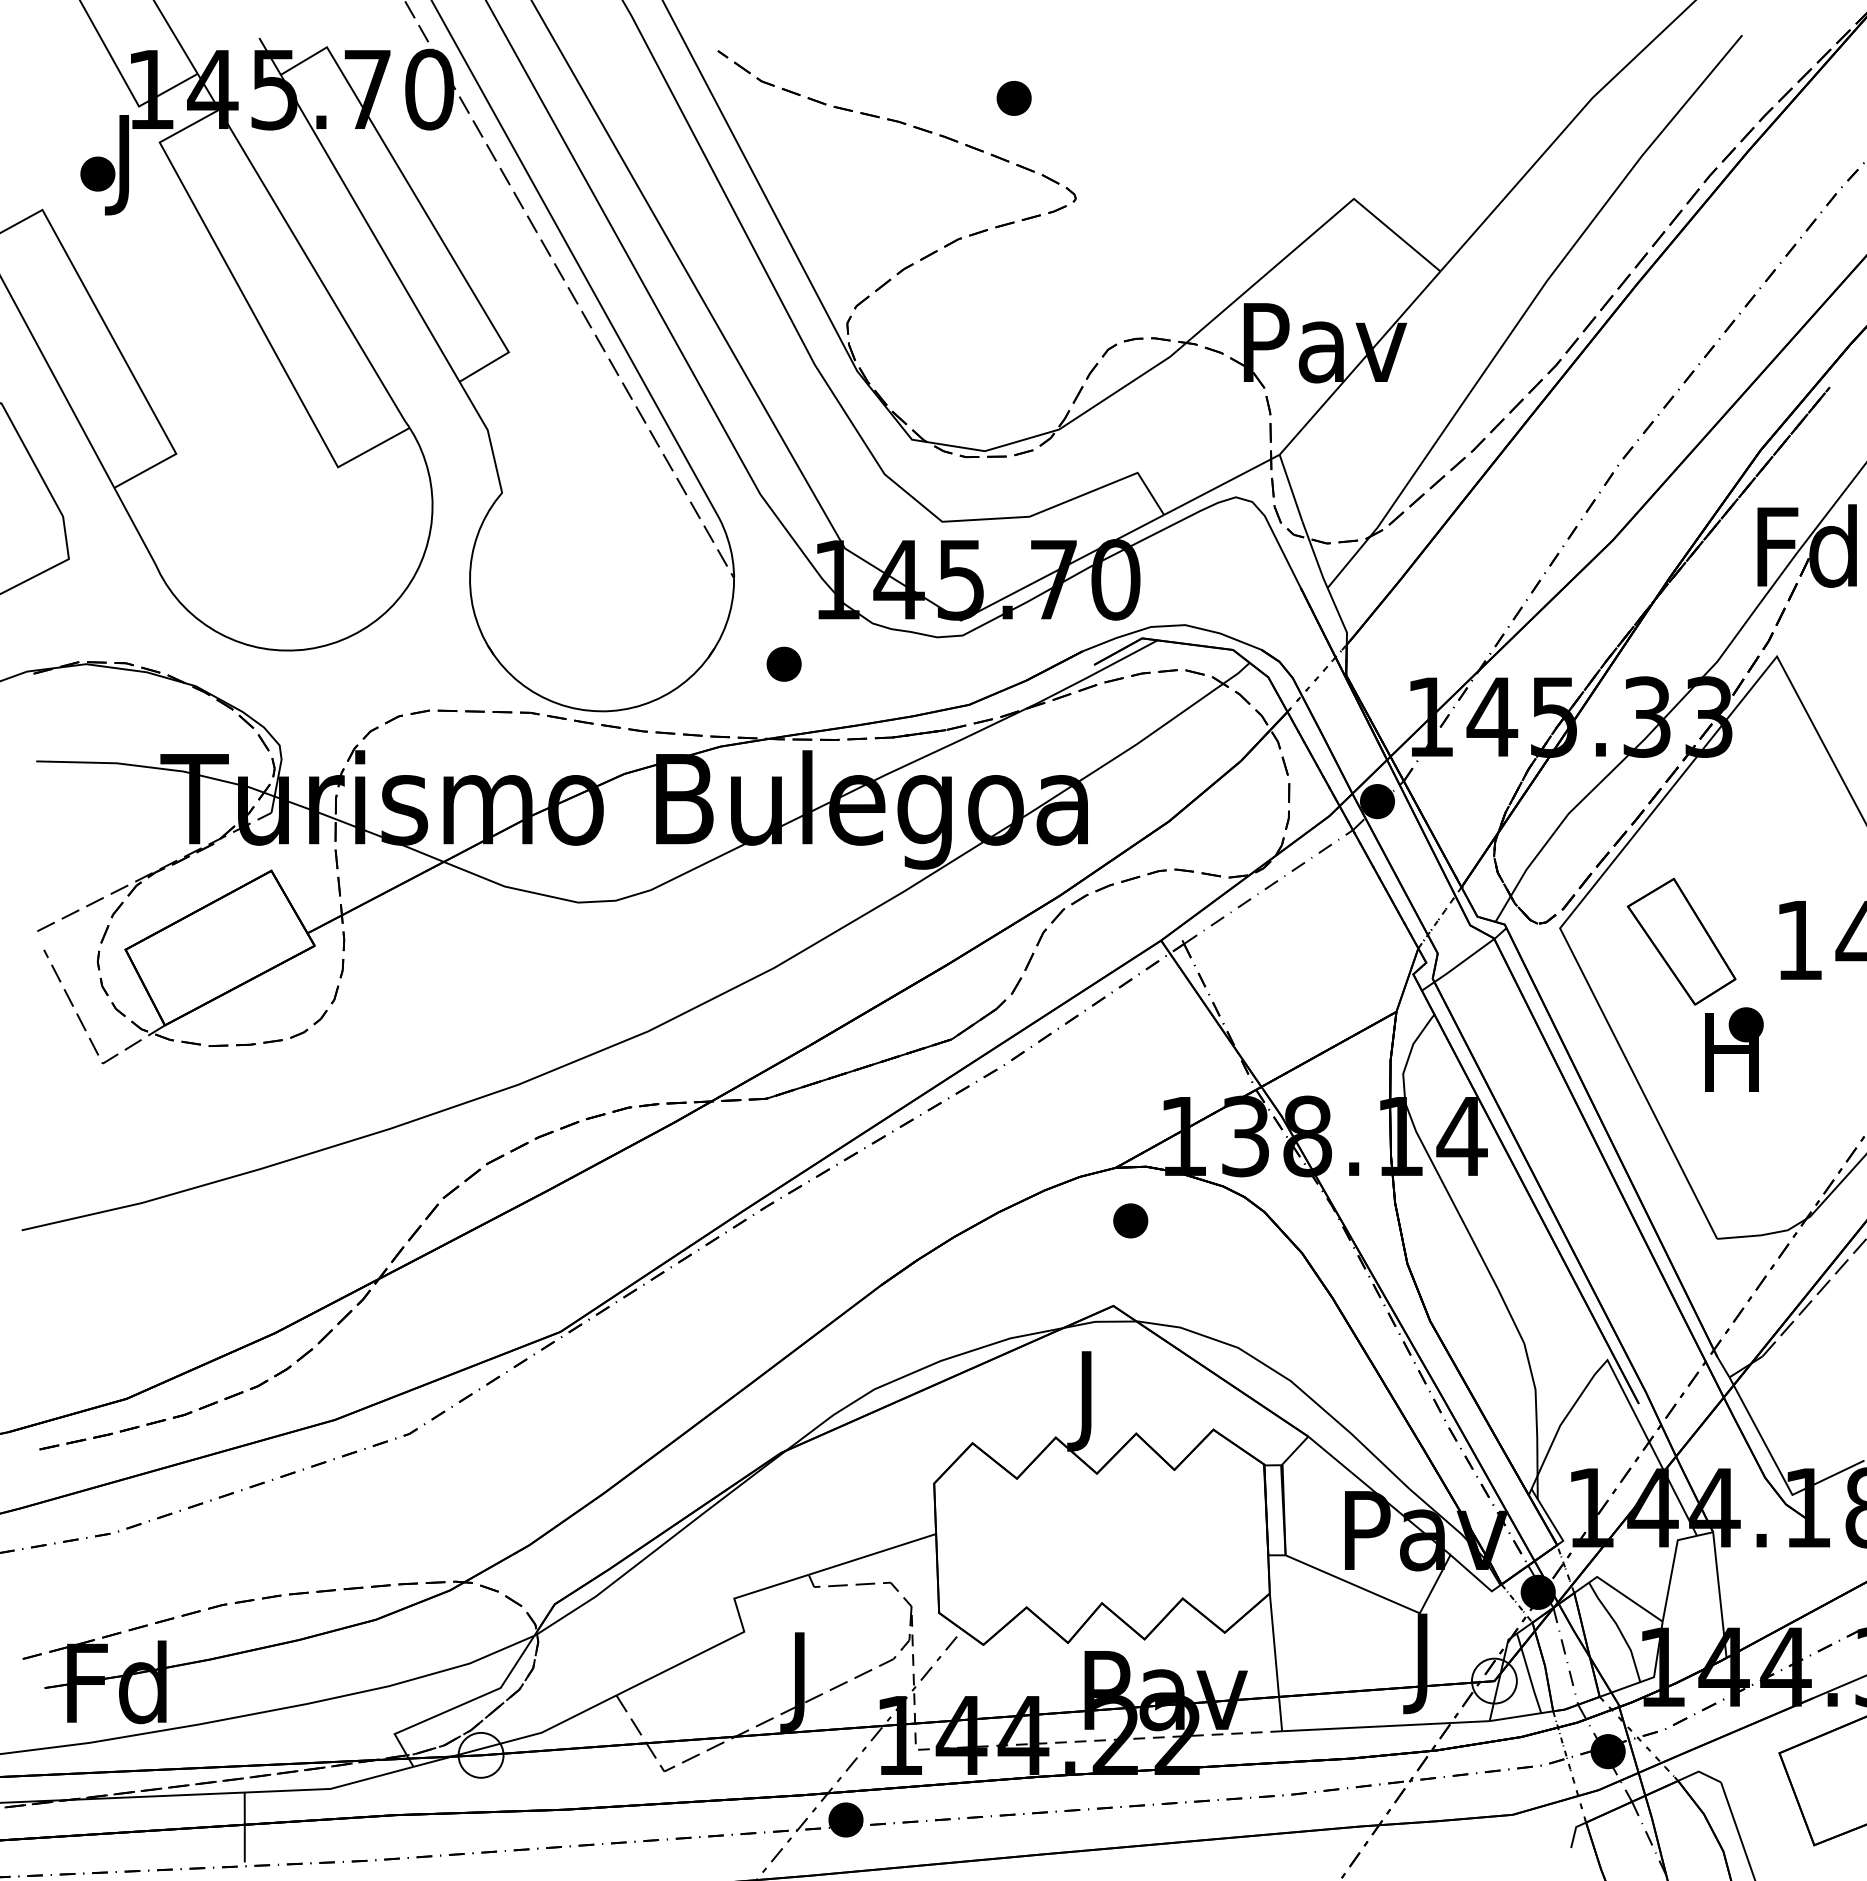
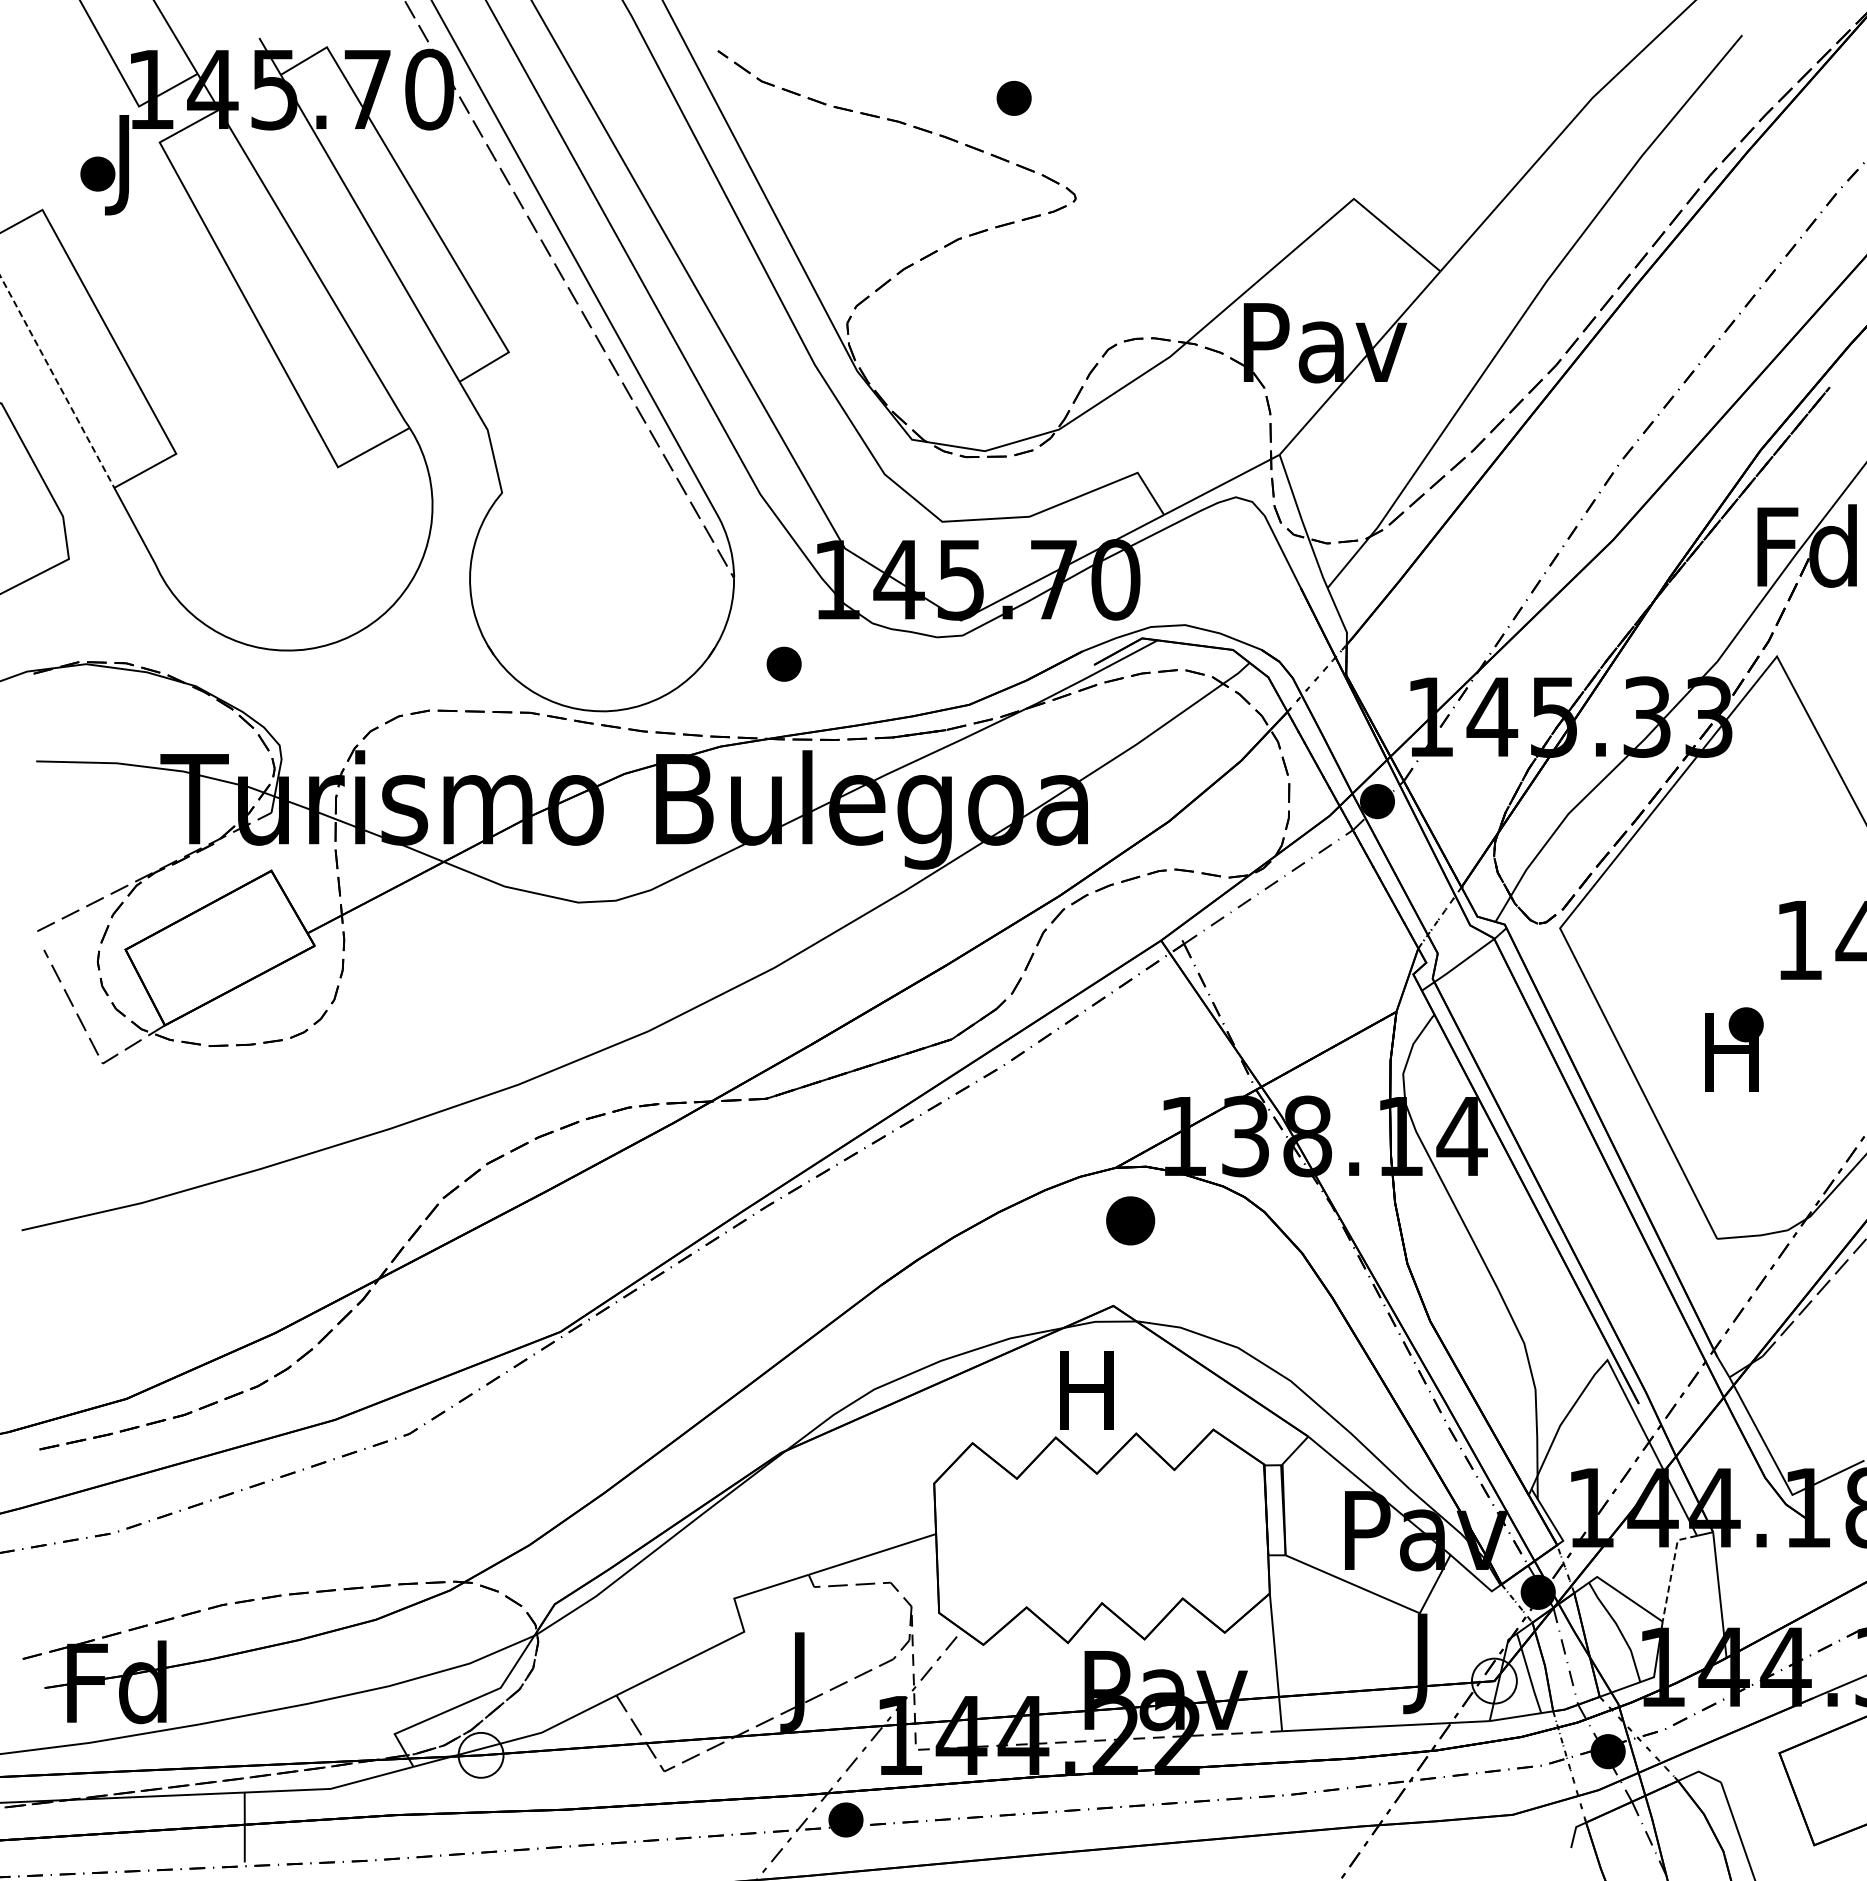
line at (57, 382): solid -> dashed
part at (1681, 941): present -> none
part at (1130, 1220) size: 36x36 px -> 50x50 px
text at (1086, 1401): J -> H
line at (1672, 1570): solid -> dashed
